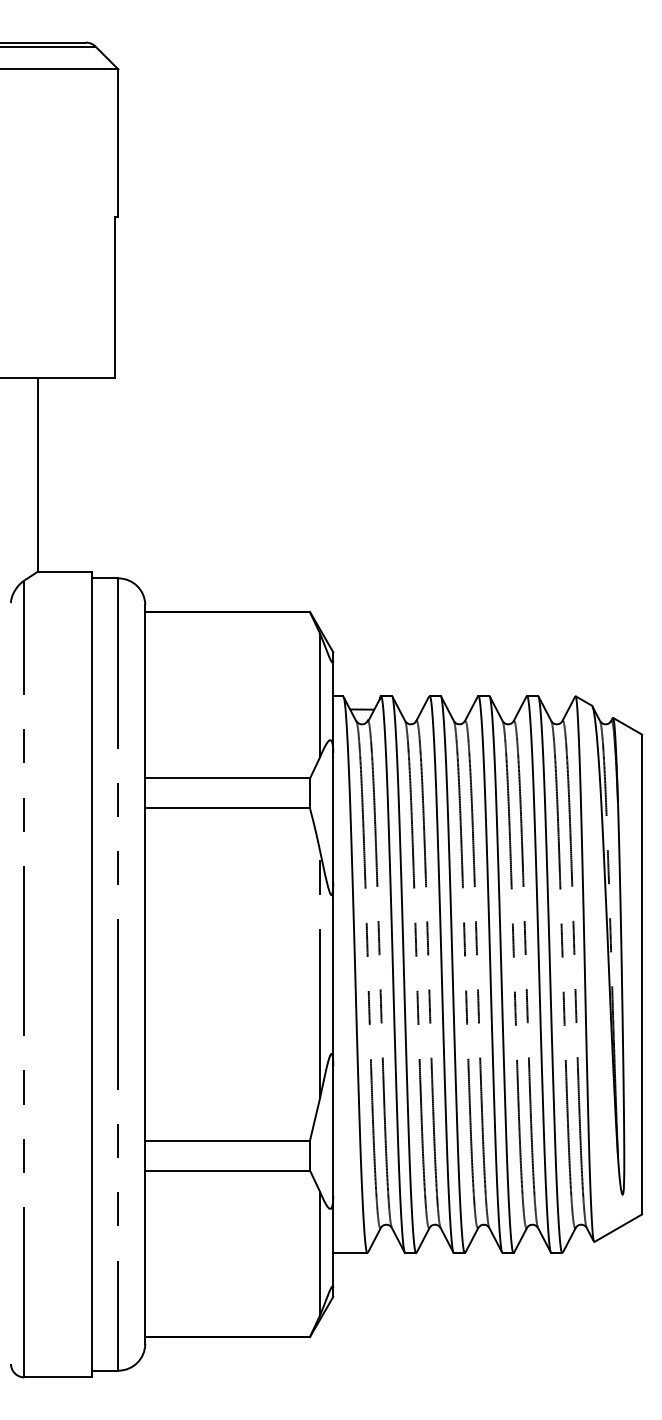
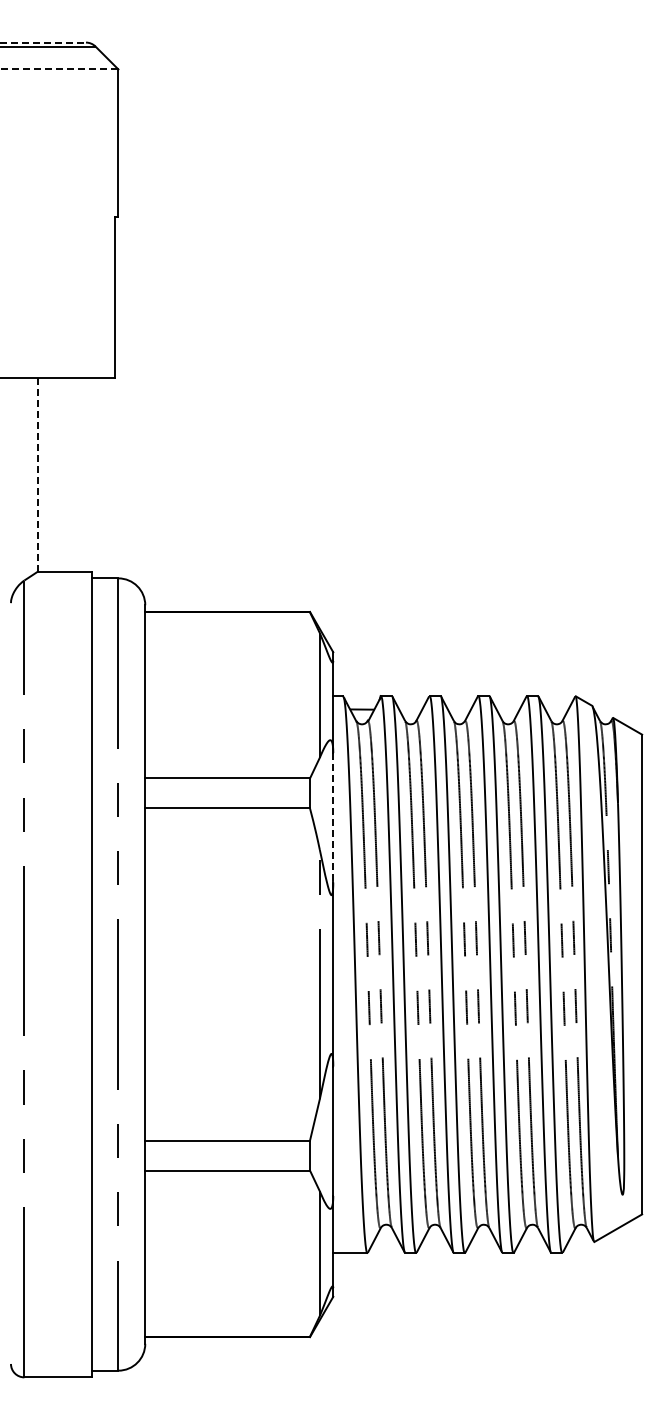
line at (43, 42): solid -> dashed
line at (59, 69): solid -> dashed
line at (37, 475): solid -> dashed
line at (333, 817): solid -> dashed
